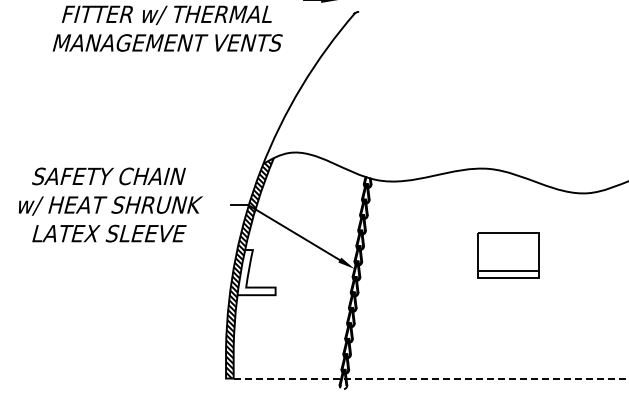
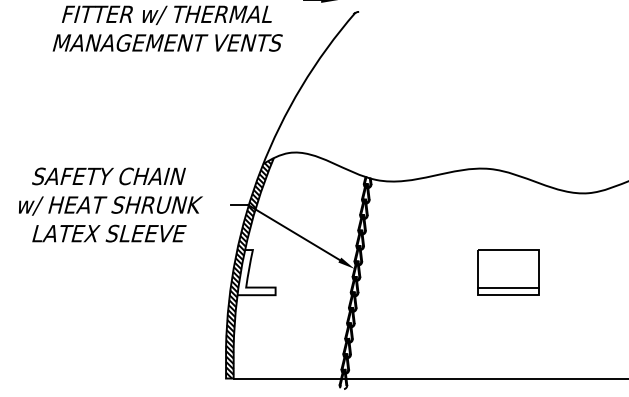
part at (508, 255) position: (508, 255) -> (508, 272)
line at (431, 378): dashed -> solid
